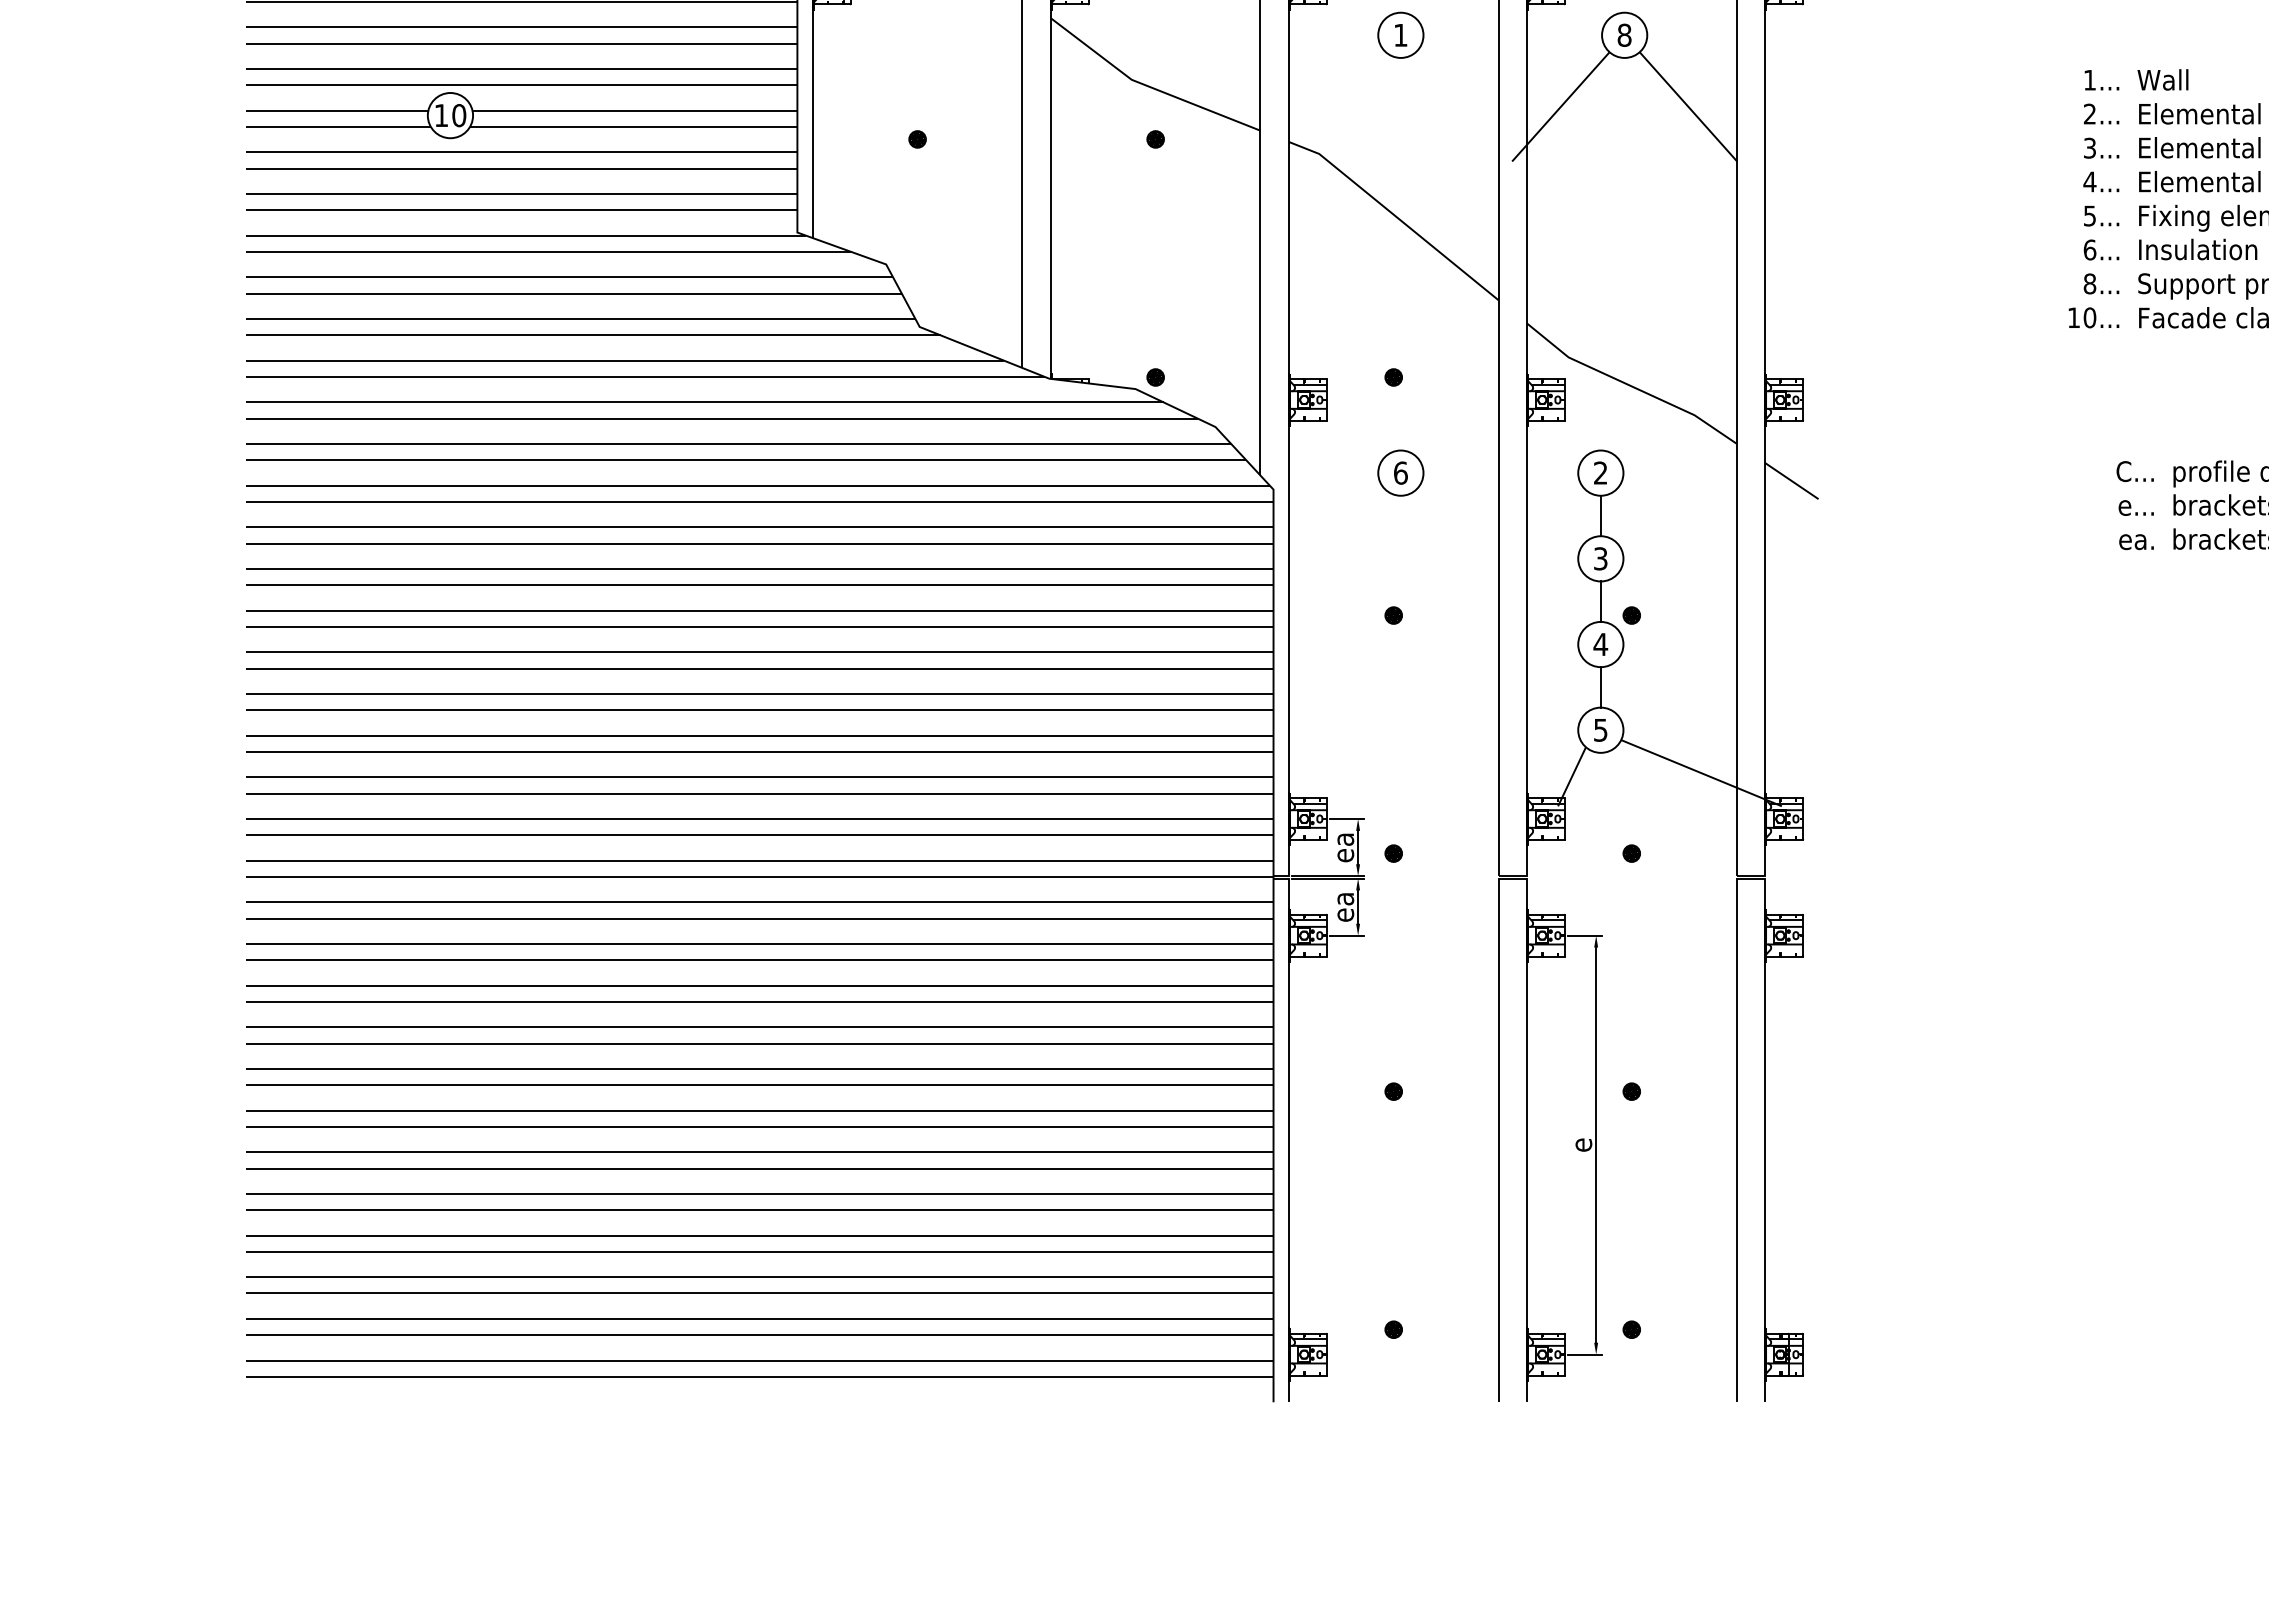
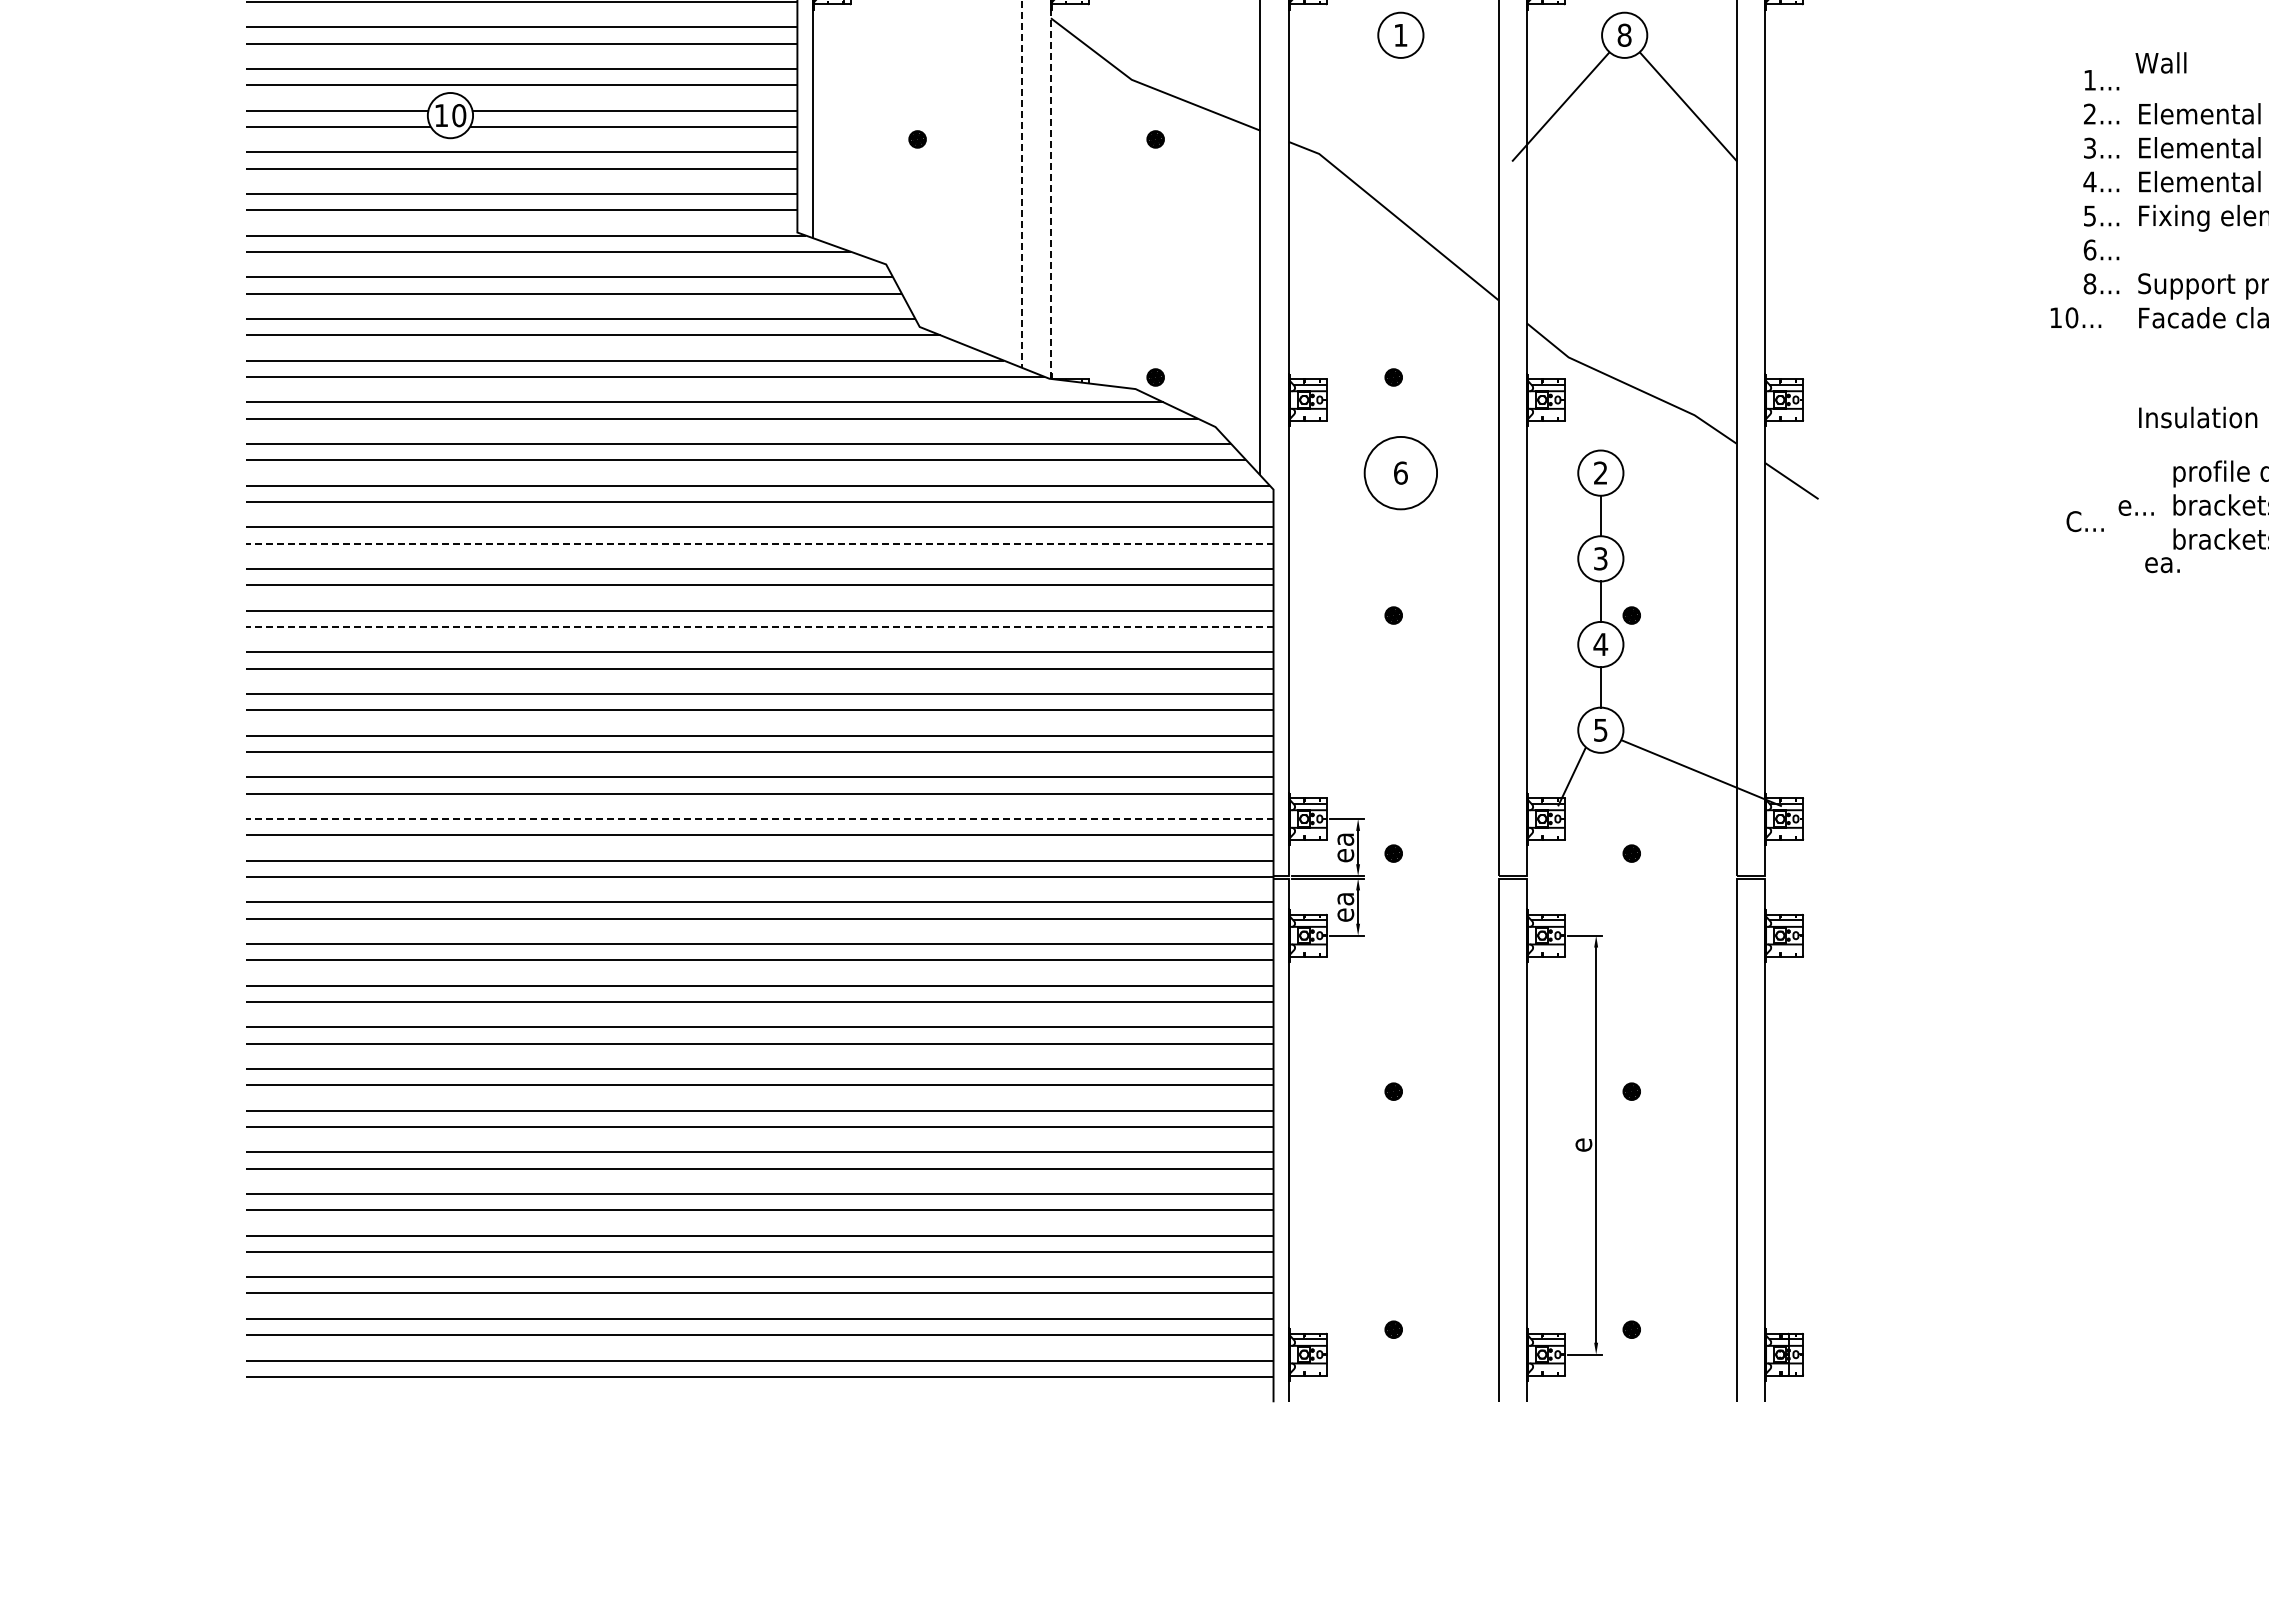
line at (1050, 5): solid -> dashed
text at (2162, 79) position: (2162, 79) -> (2160, 62)
text at (2198, 249) position: (2198, 249) -> (2198, 417)
text at (2093, 317) position: (2093, 317) -> (2075, 317)
text at (2134, 471) position: (2134, 471) -> (2084, 521)
circle at (1400, 472) diameter: 45 px -> 72 px
text at (2136, 542) position: (2136, 542) -> (2162, 565)
line at (759, 543): solid -> dashed
line at (759, 626): solid -> dashed
line at (759, 819): solid -> dashed
